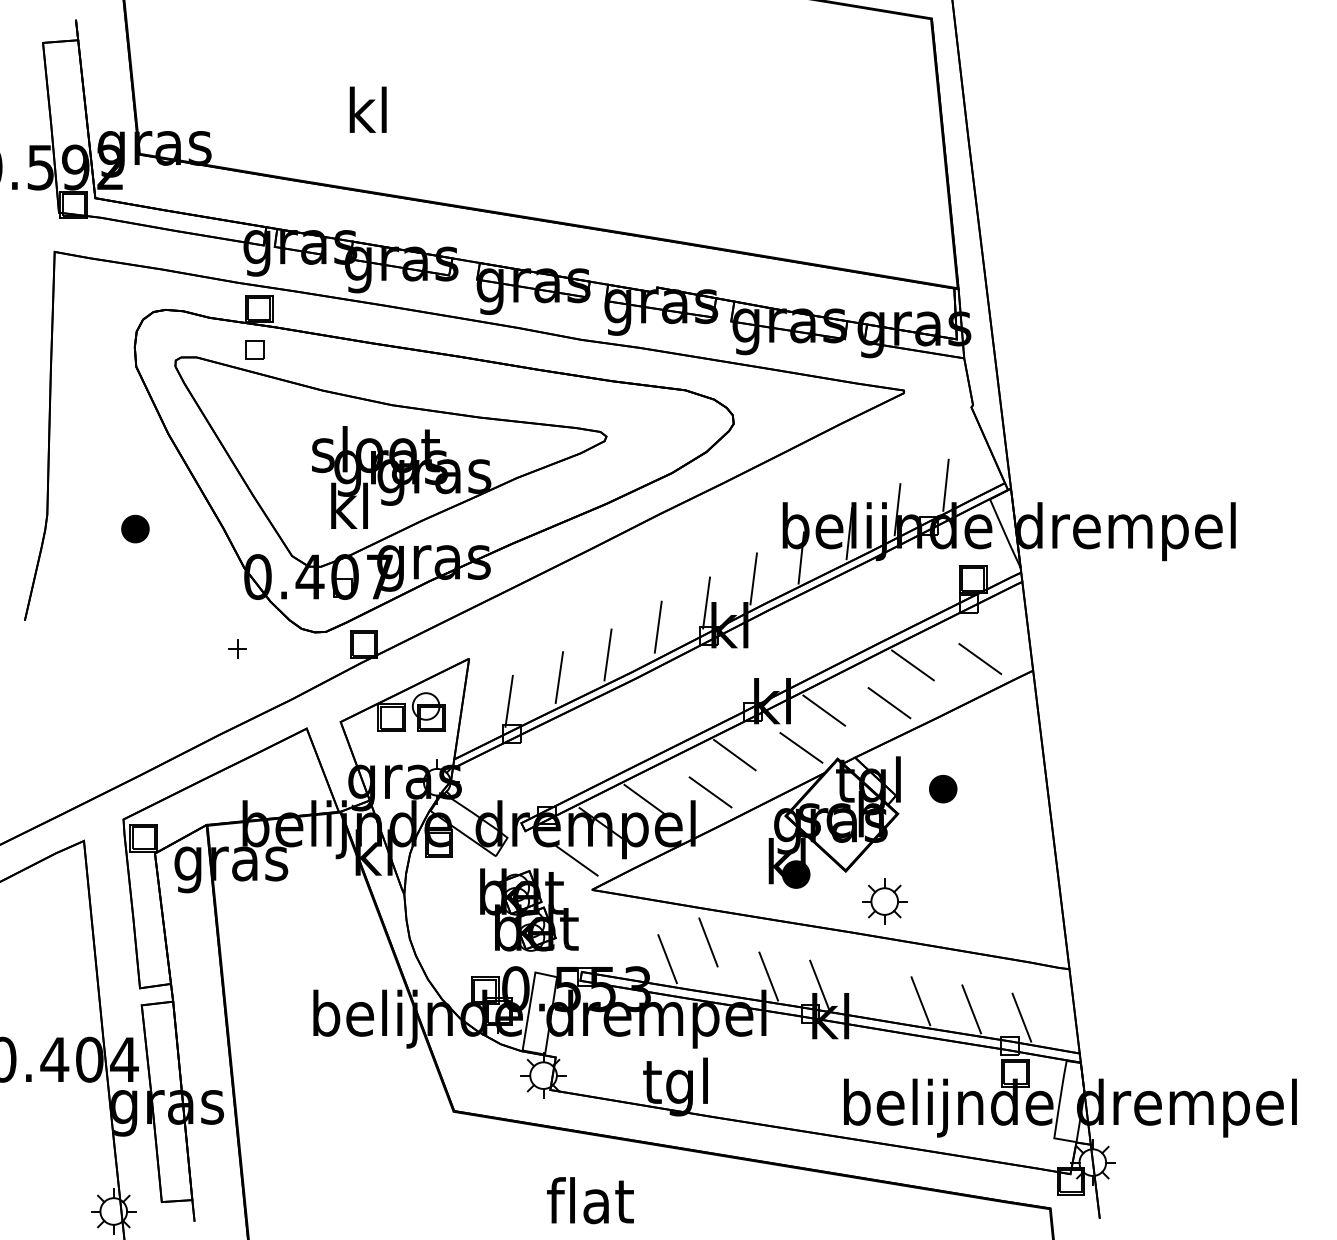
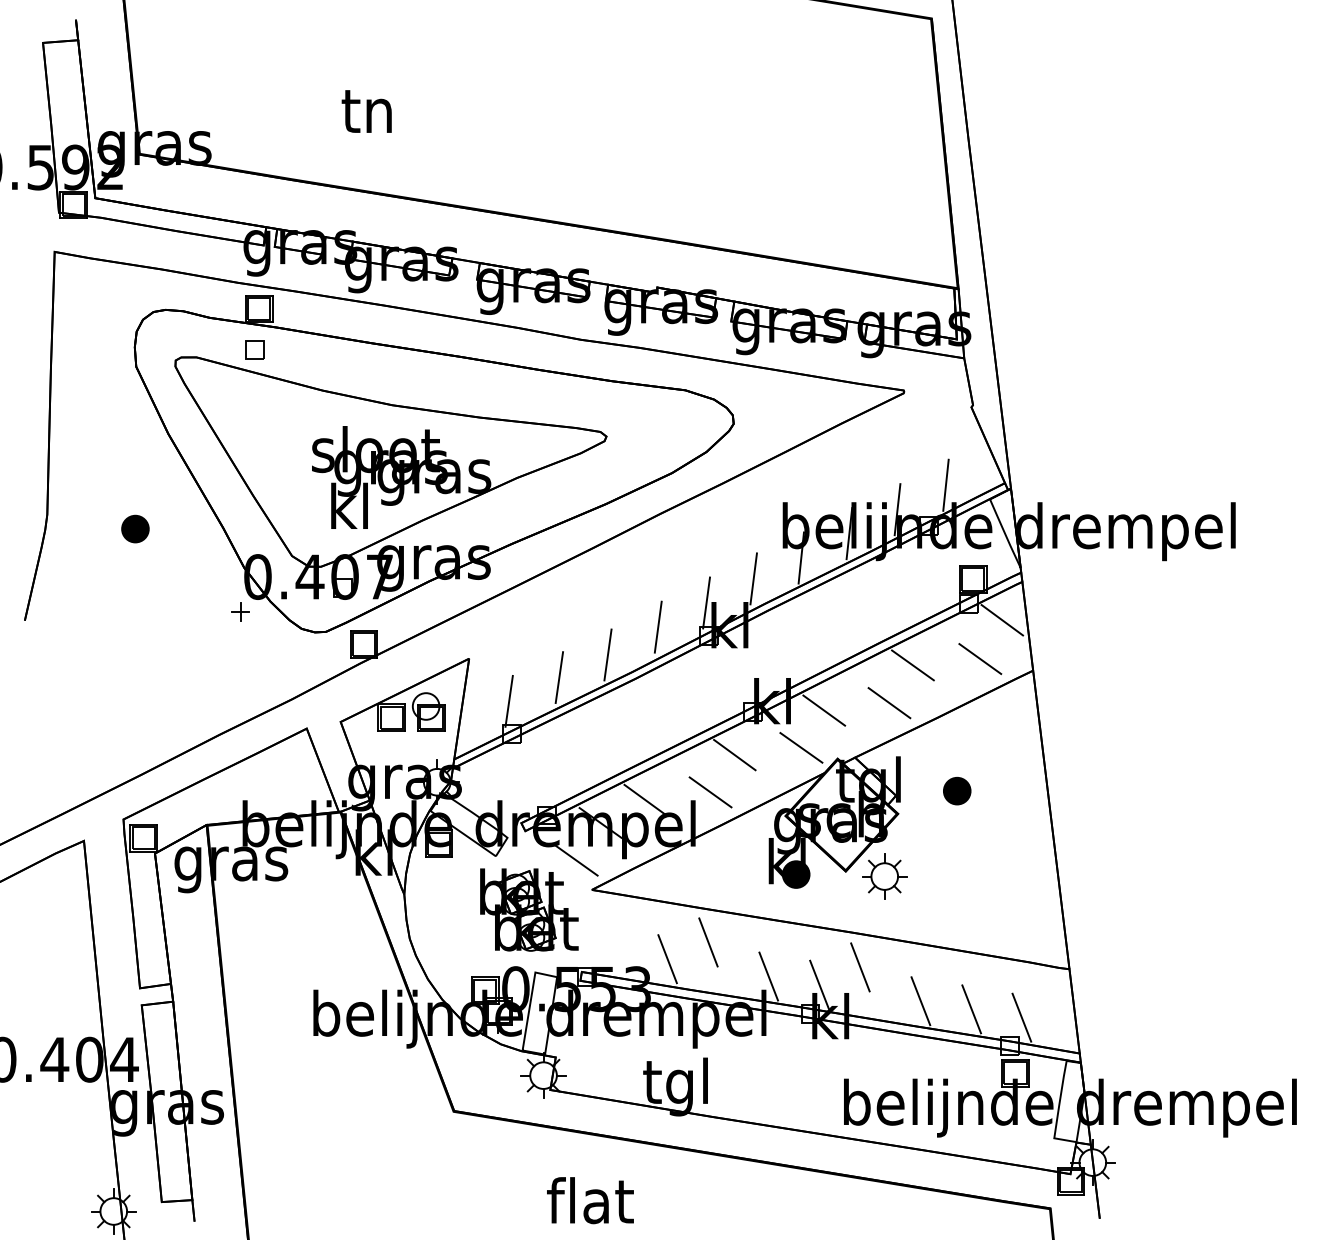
text at (366, 109): kl -> tn
line at (1002, 620): none -> present
part at (237, 648) position: (237, 648) -> (240, 611)
part at (943, 788) position: (943, 788) -> (957, 790)
part at (884, 901) position: (884, 901) -> (884, 876)
line at (860, 967): none -> present
